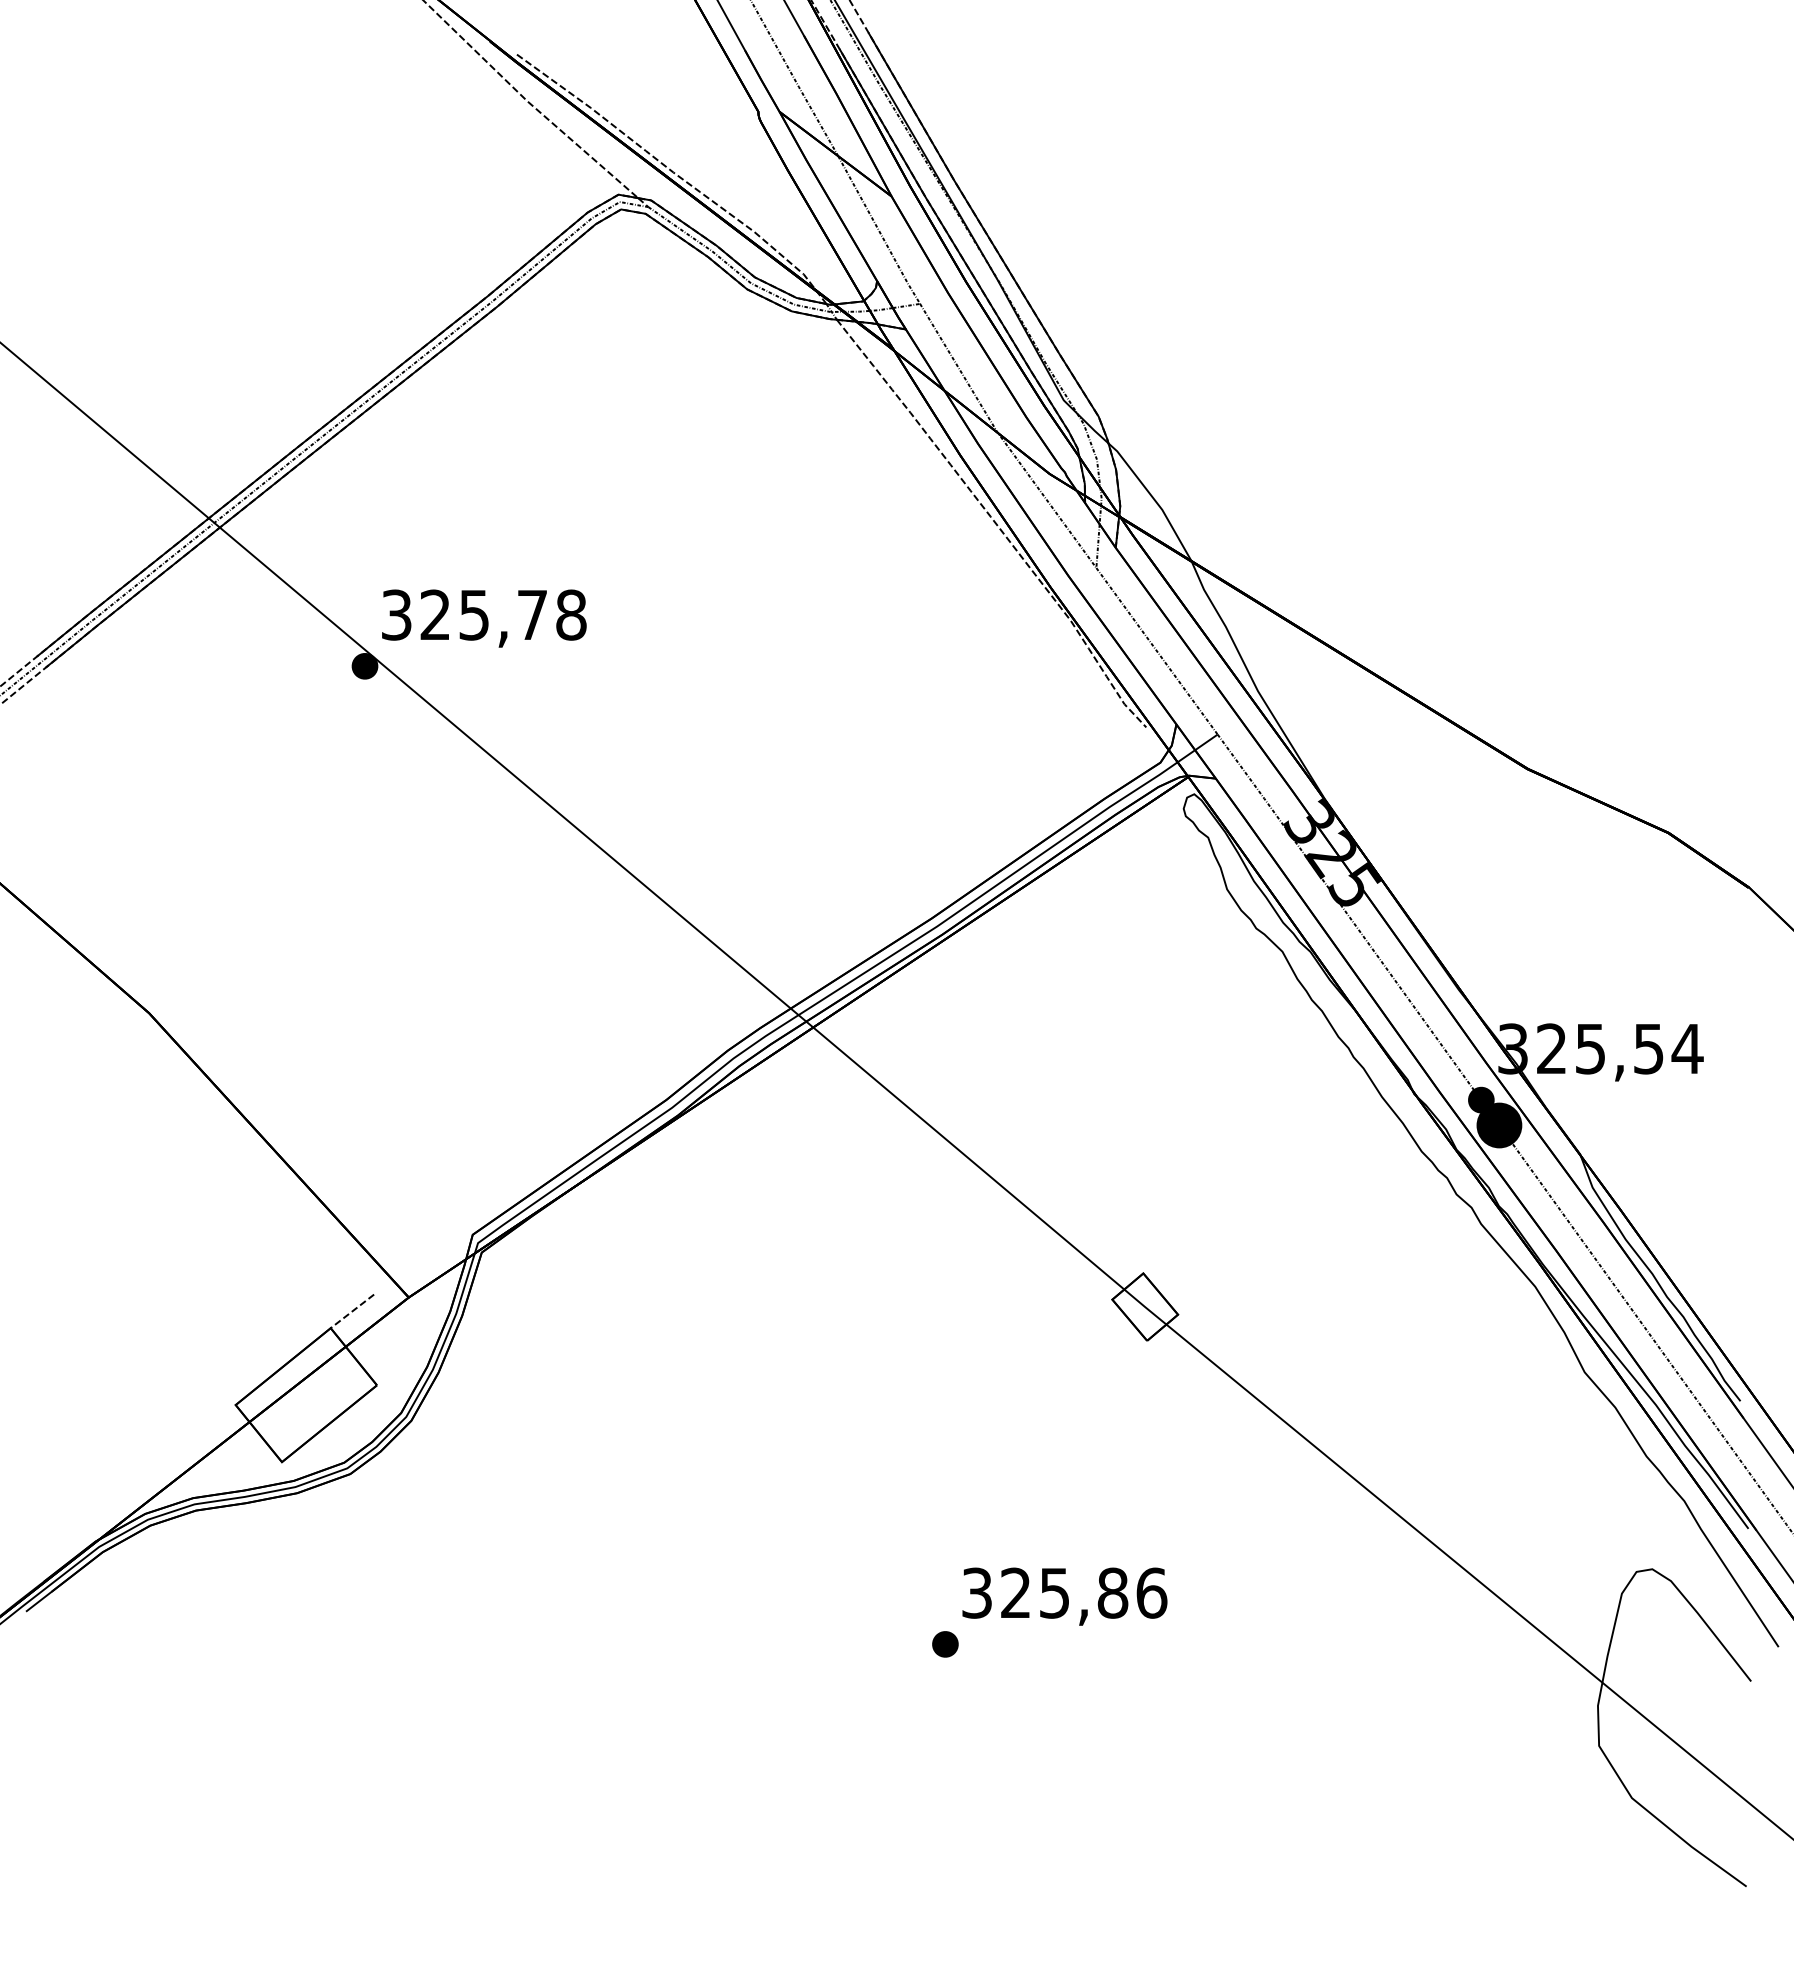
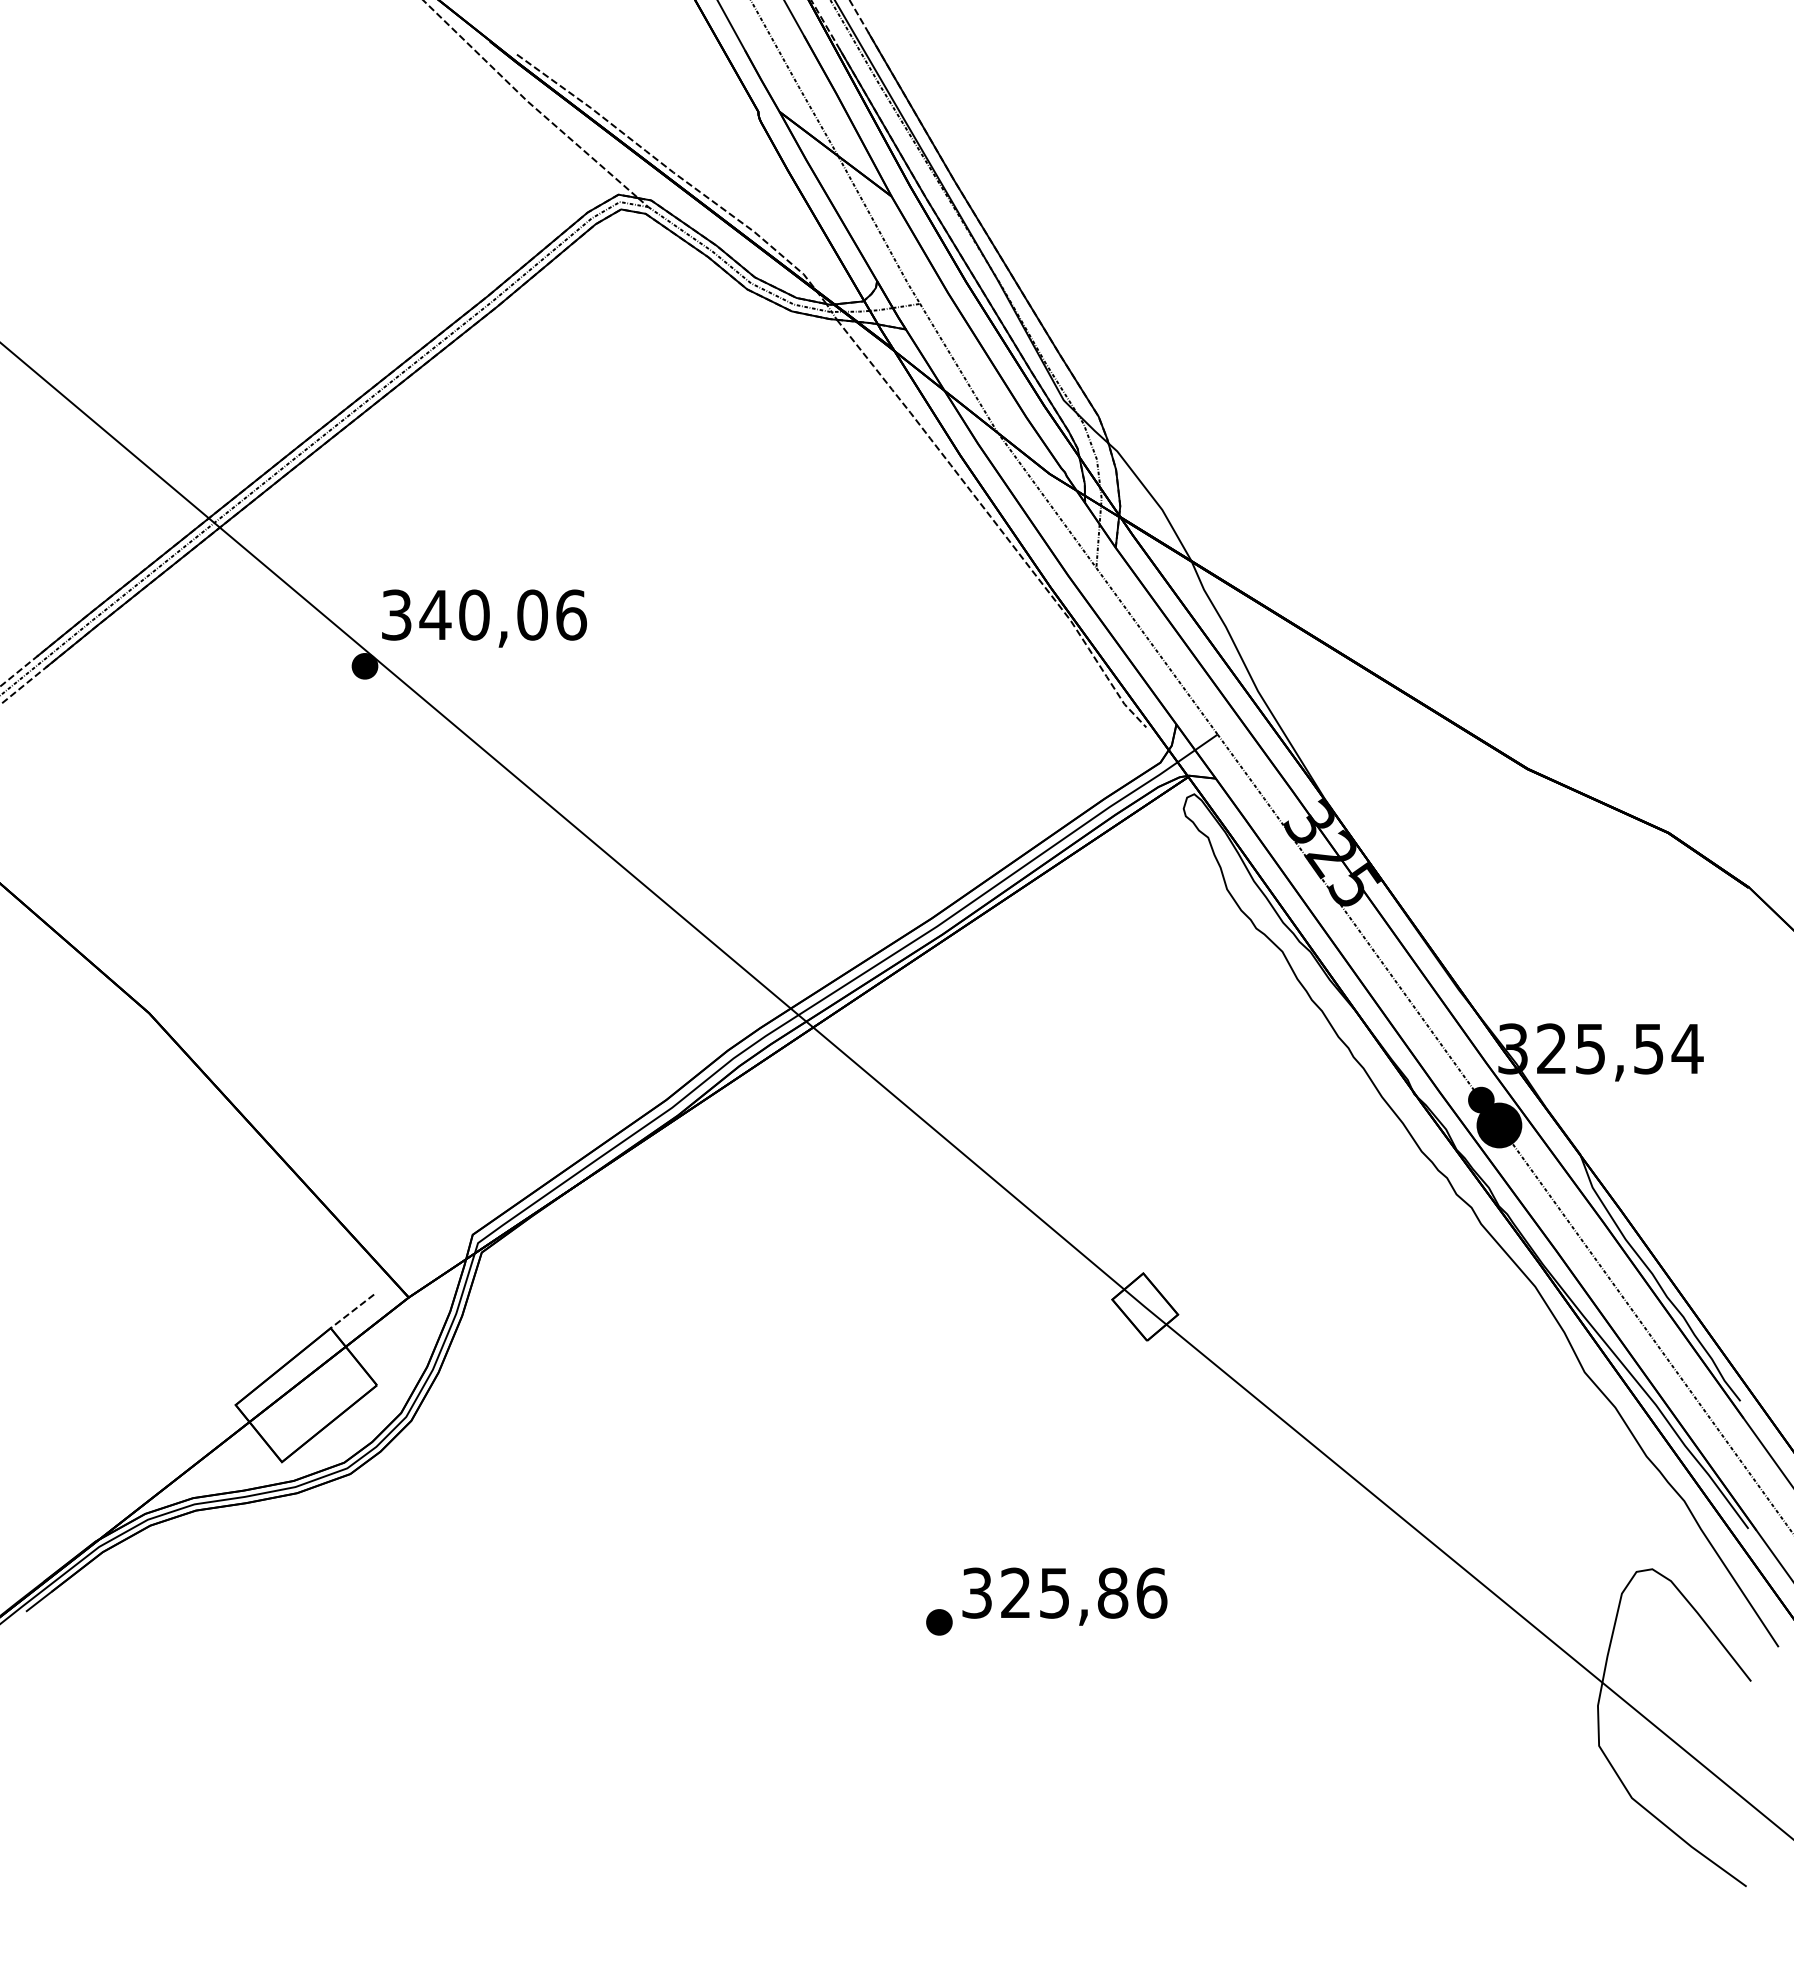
text at (503, 614): 325,78 -> 340,06
part at (945, 1644) position: (945, 1644) -> (939, 1622)
